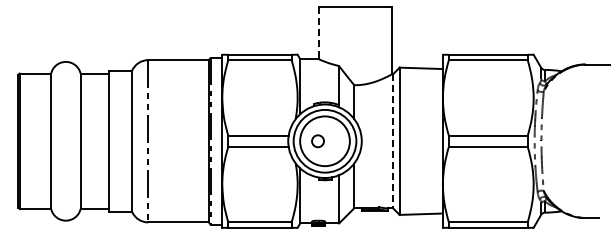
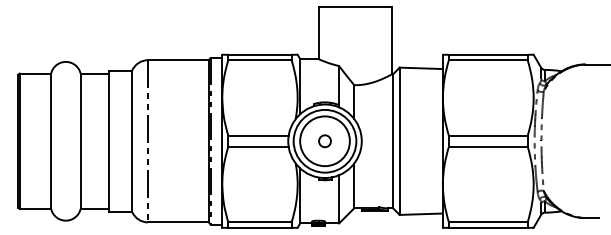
line at (318, 33): dashed -> solid
circle at (317, 141) position: (317, 141) -> (324, 141)
line at (393, 141): dashed -> solid
